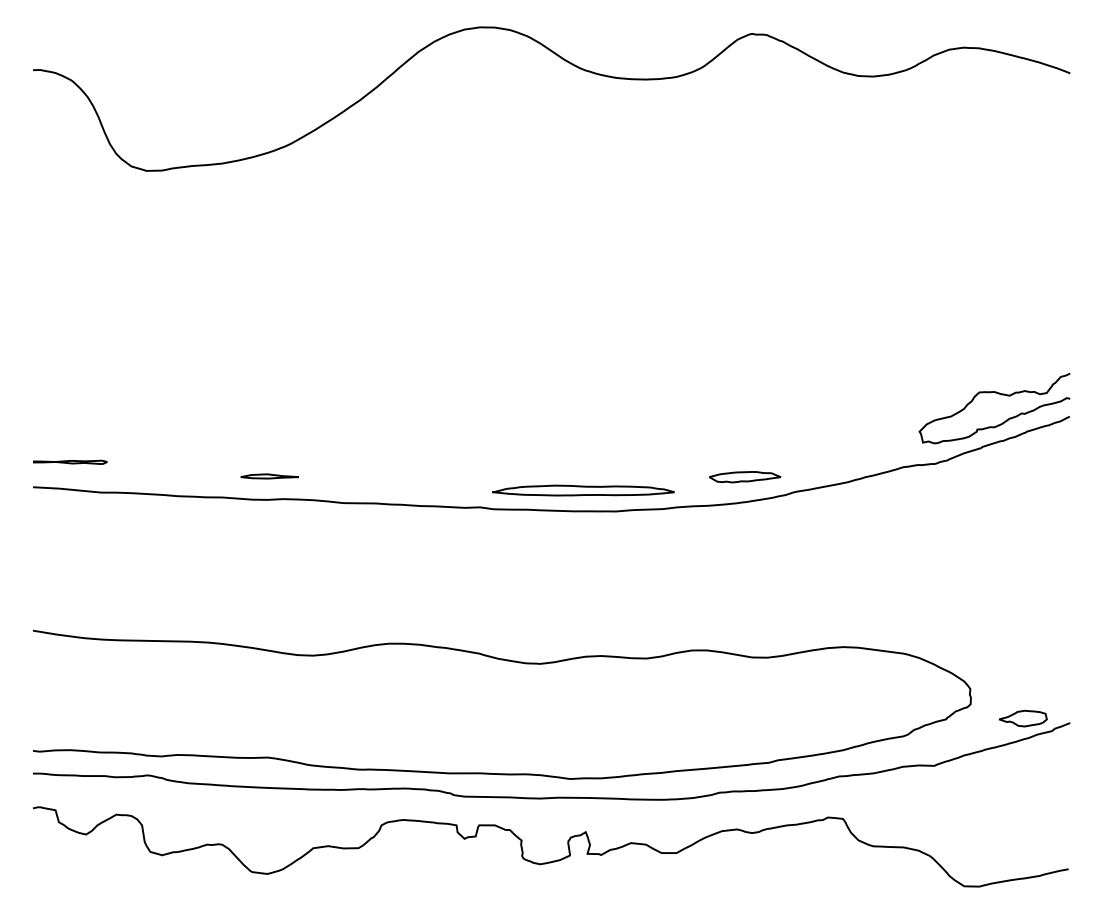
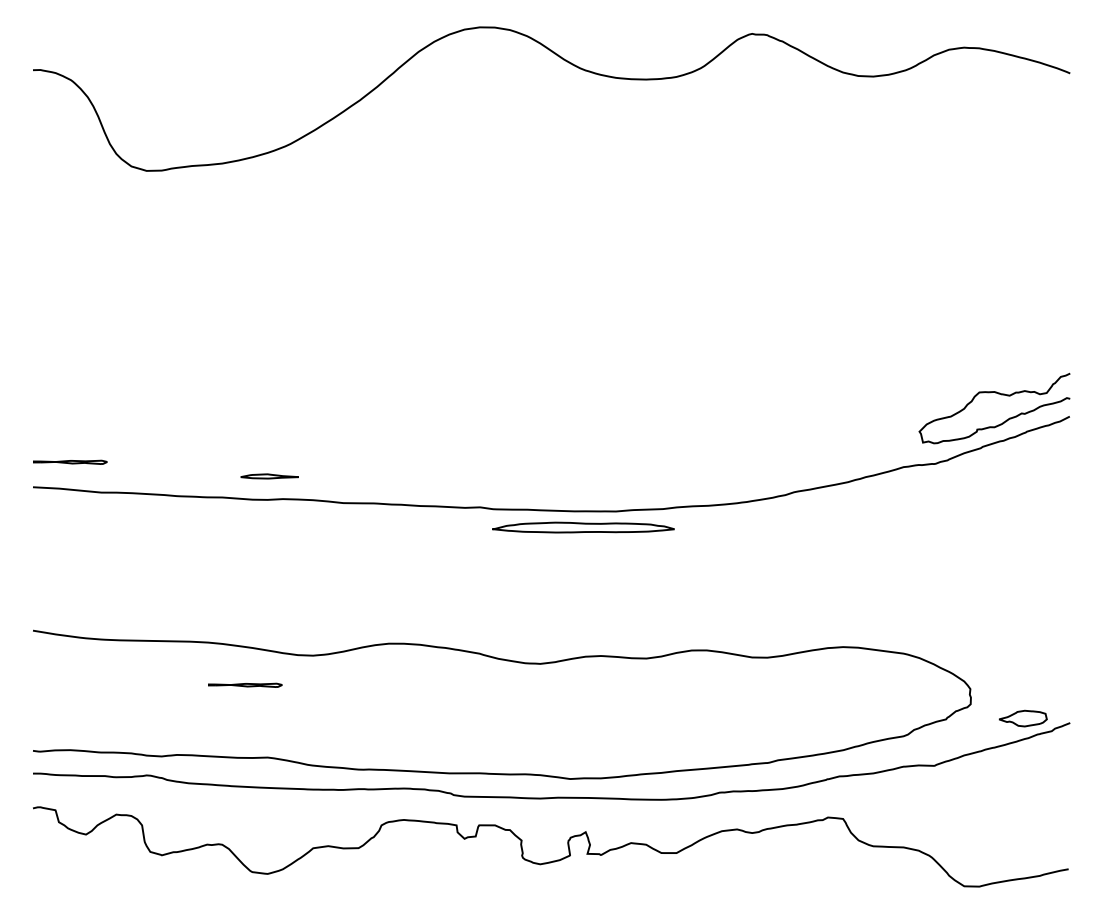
part at (745, 477): present -> none
part at (583, 490) position: (583, 490) -> (583, 527)
part at (245, 684): none -> present
